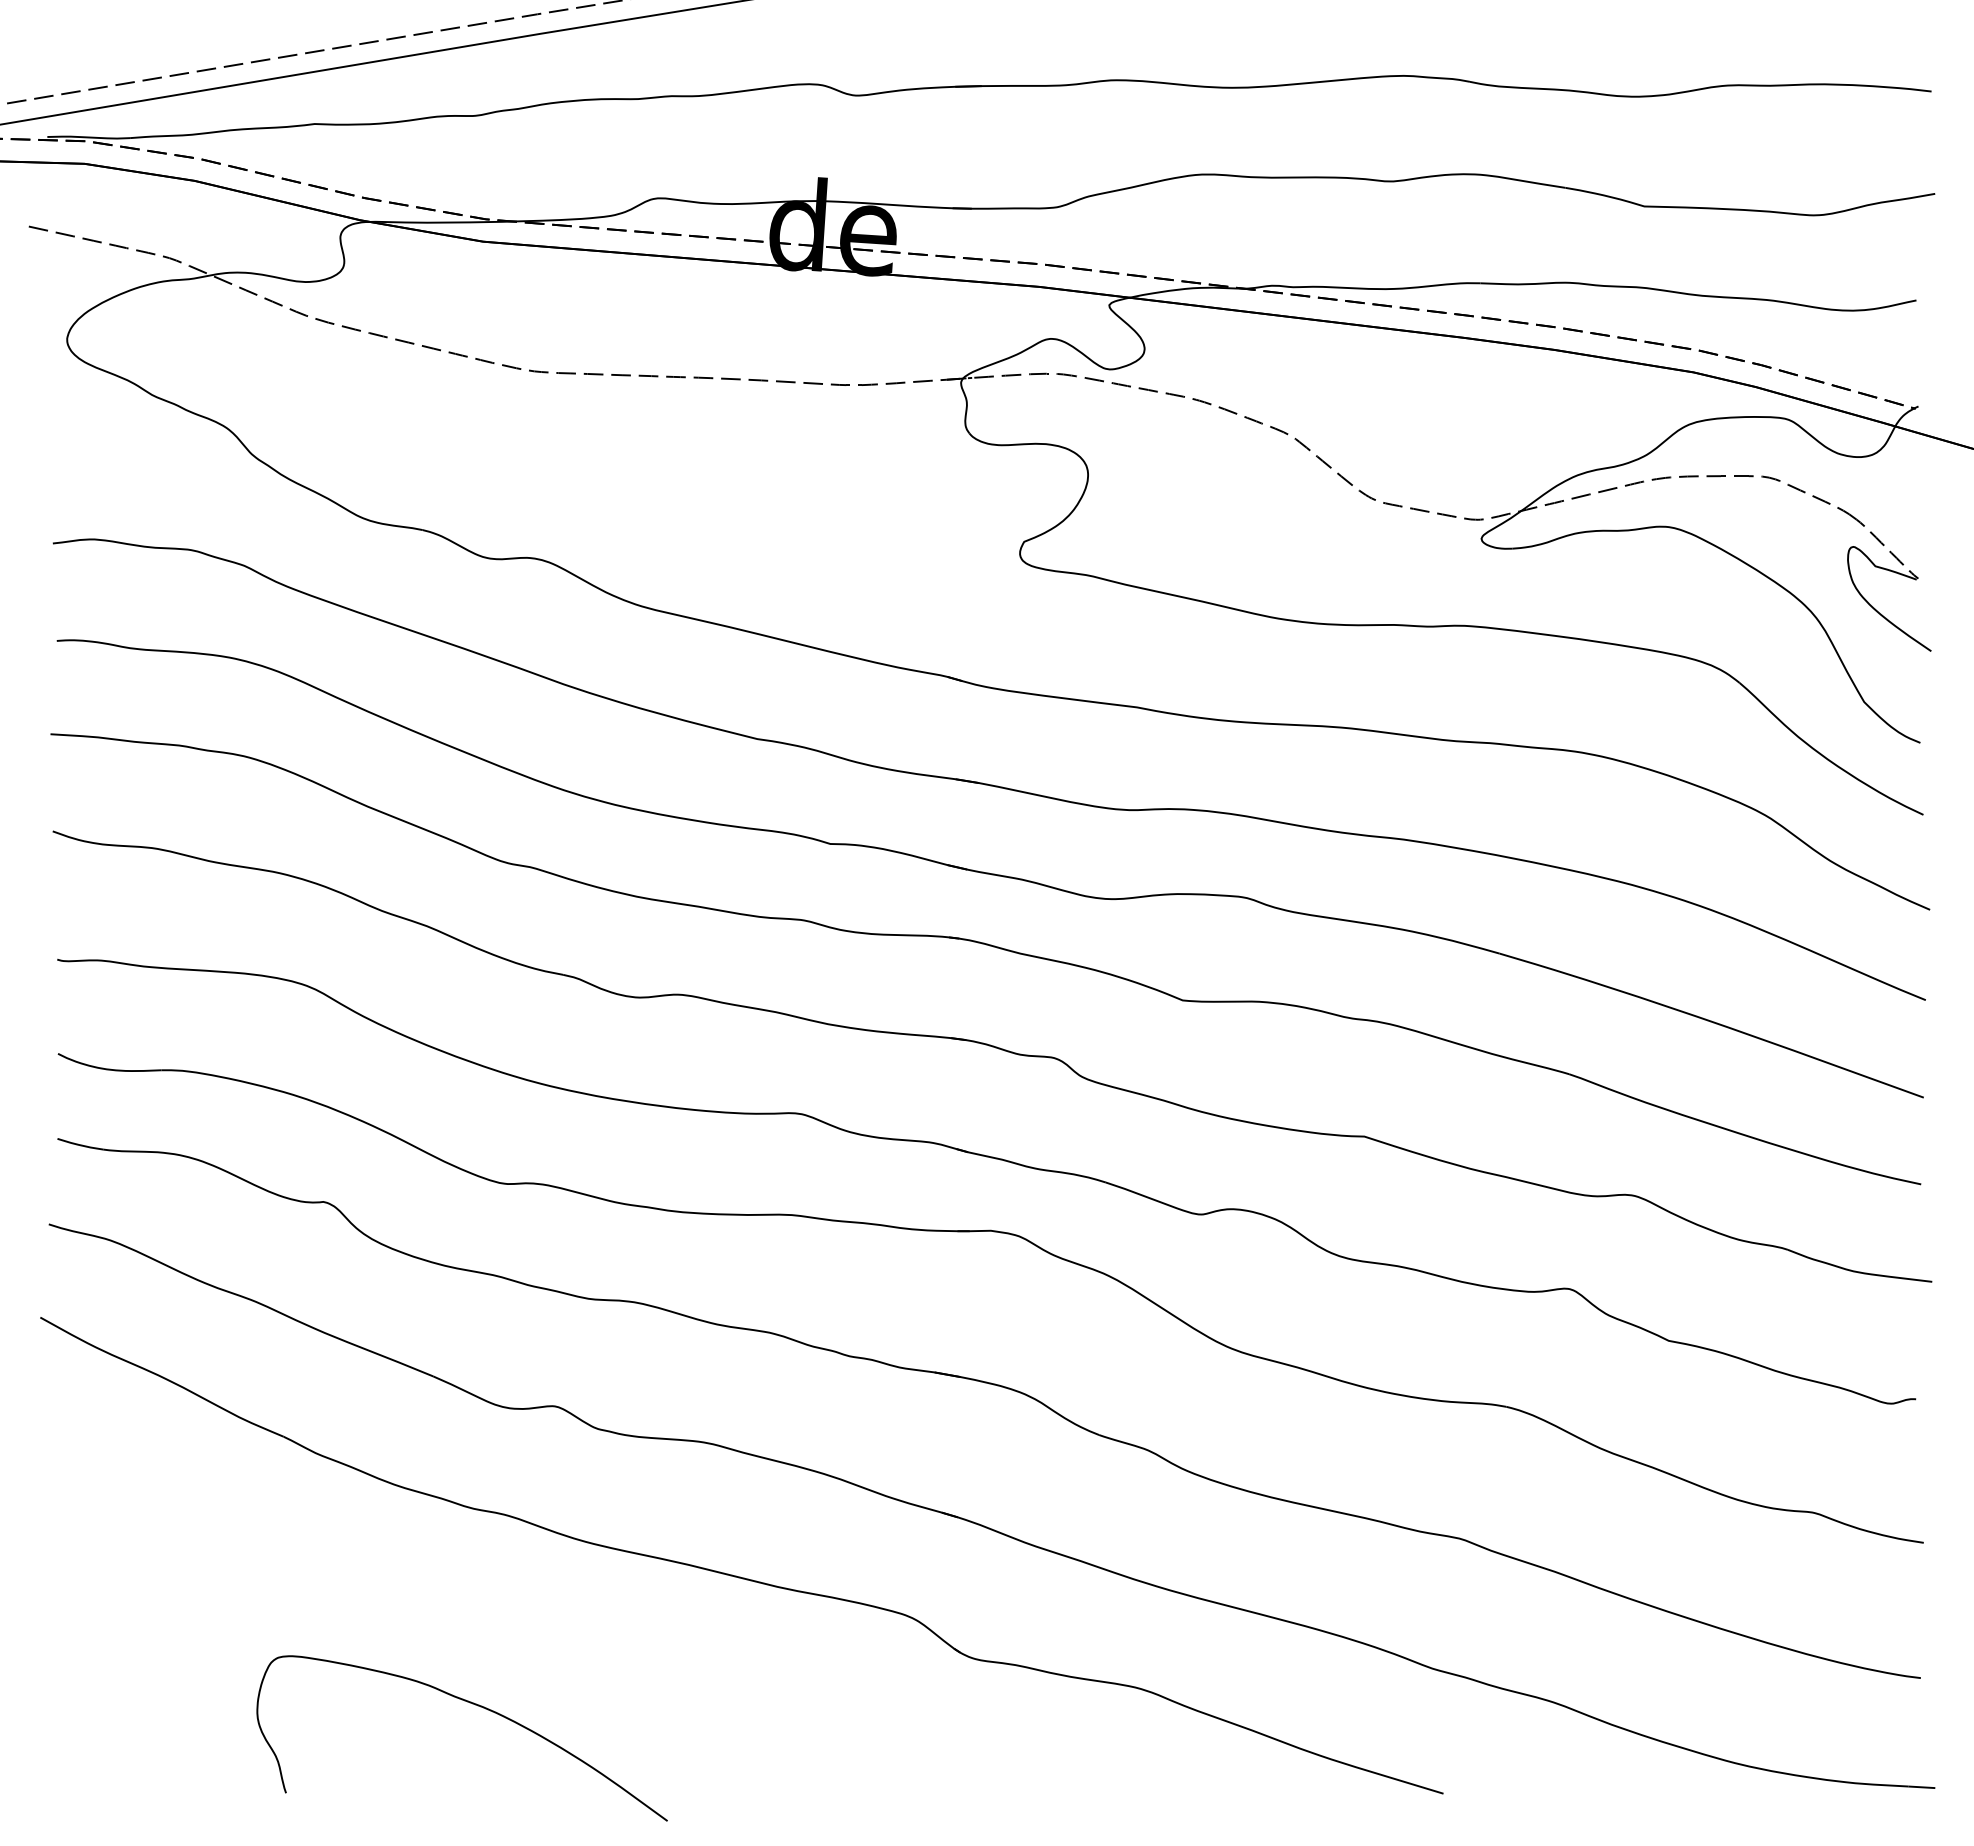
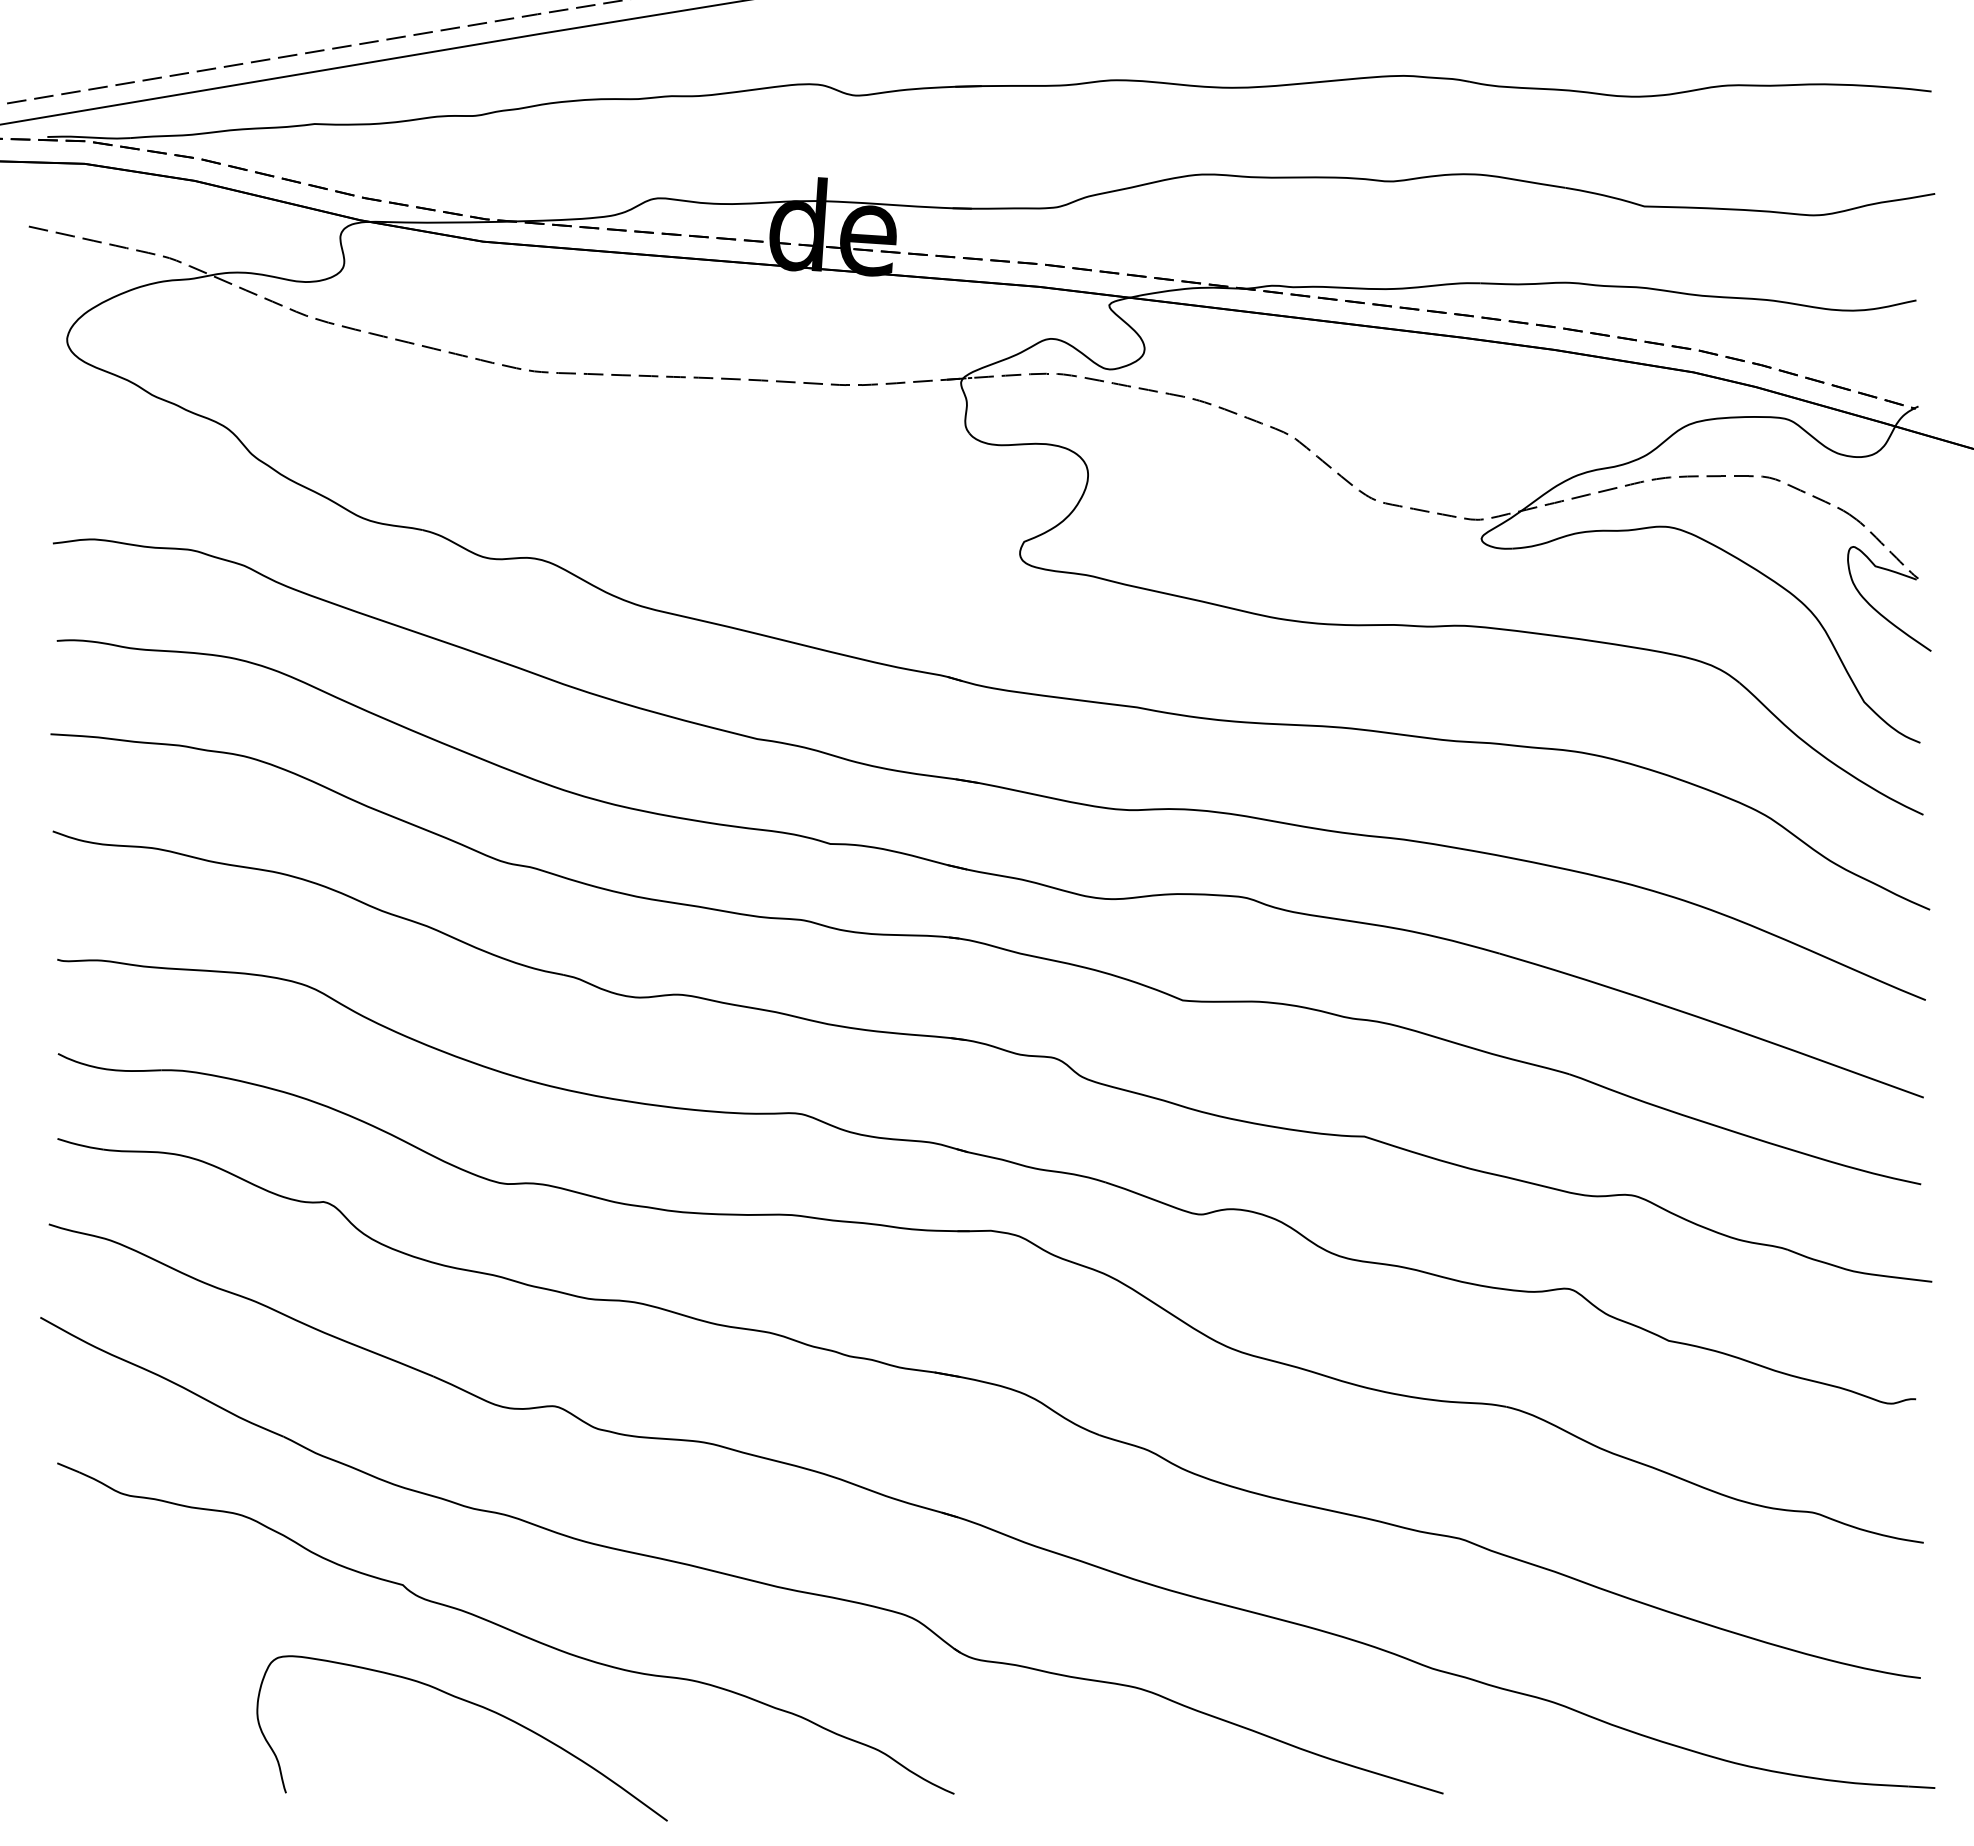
part at (505, 1628): none -> present
